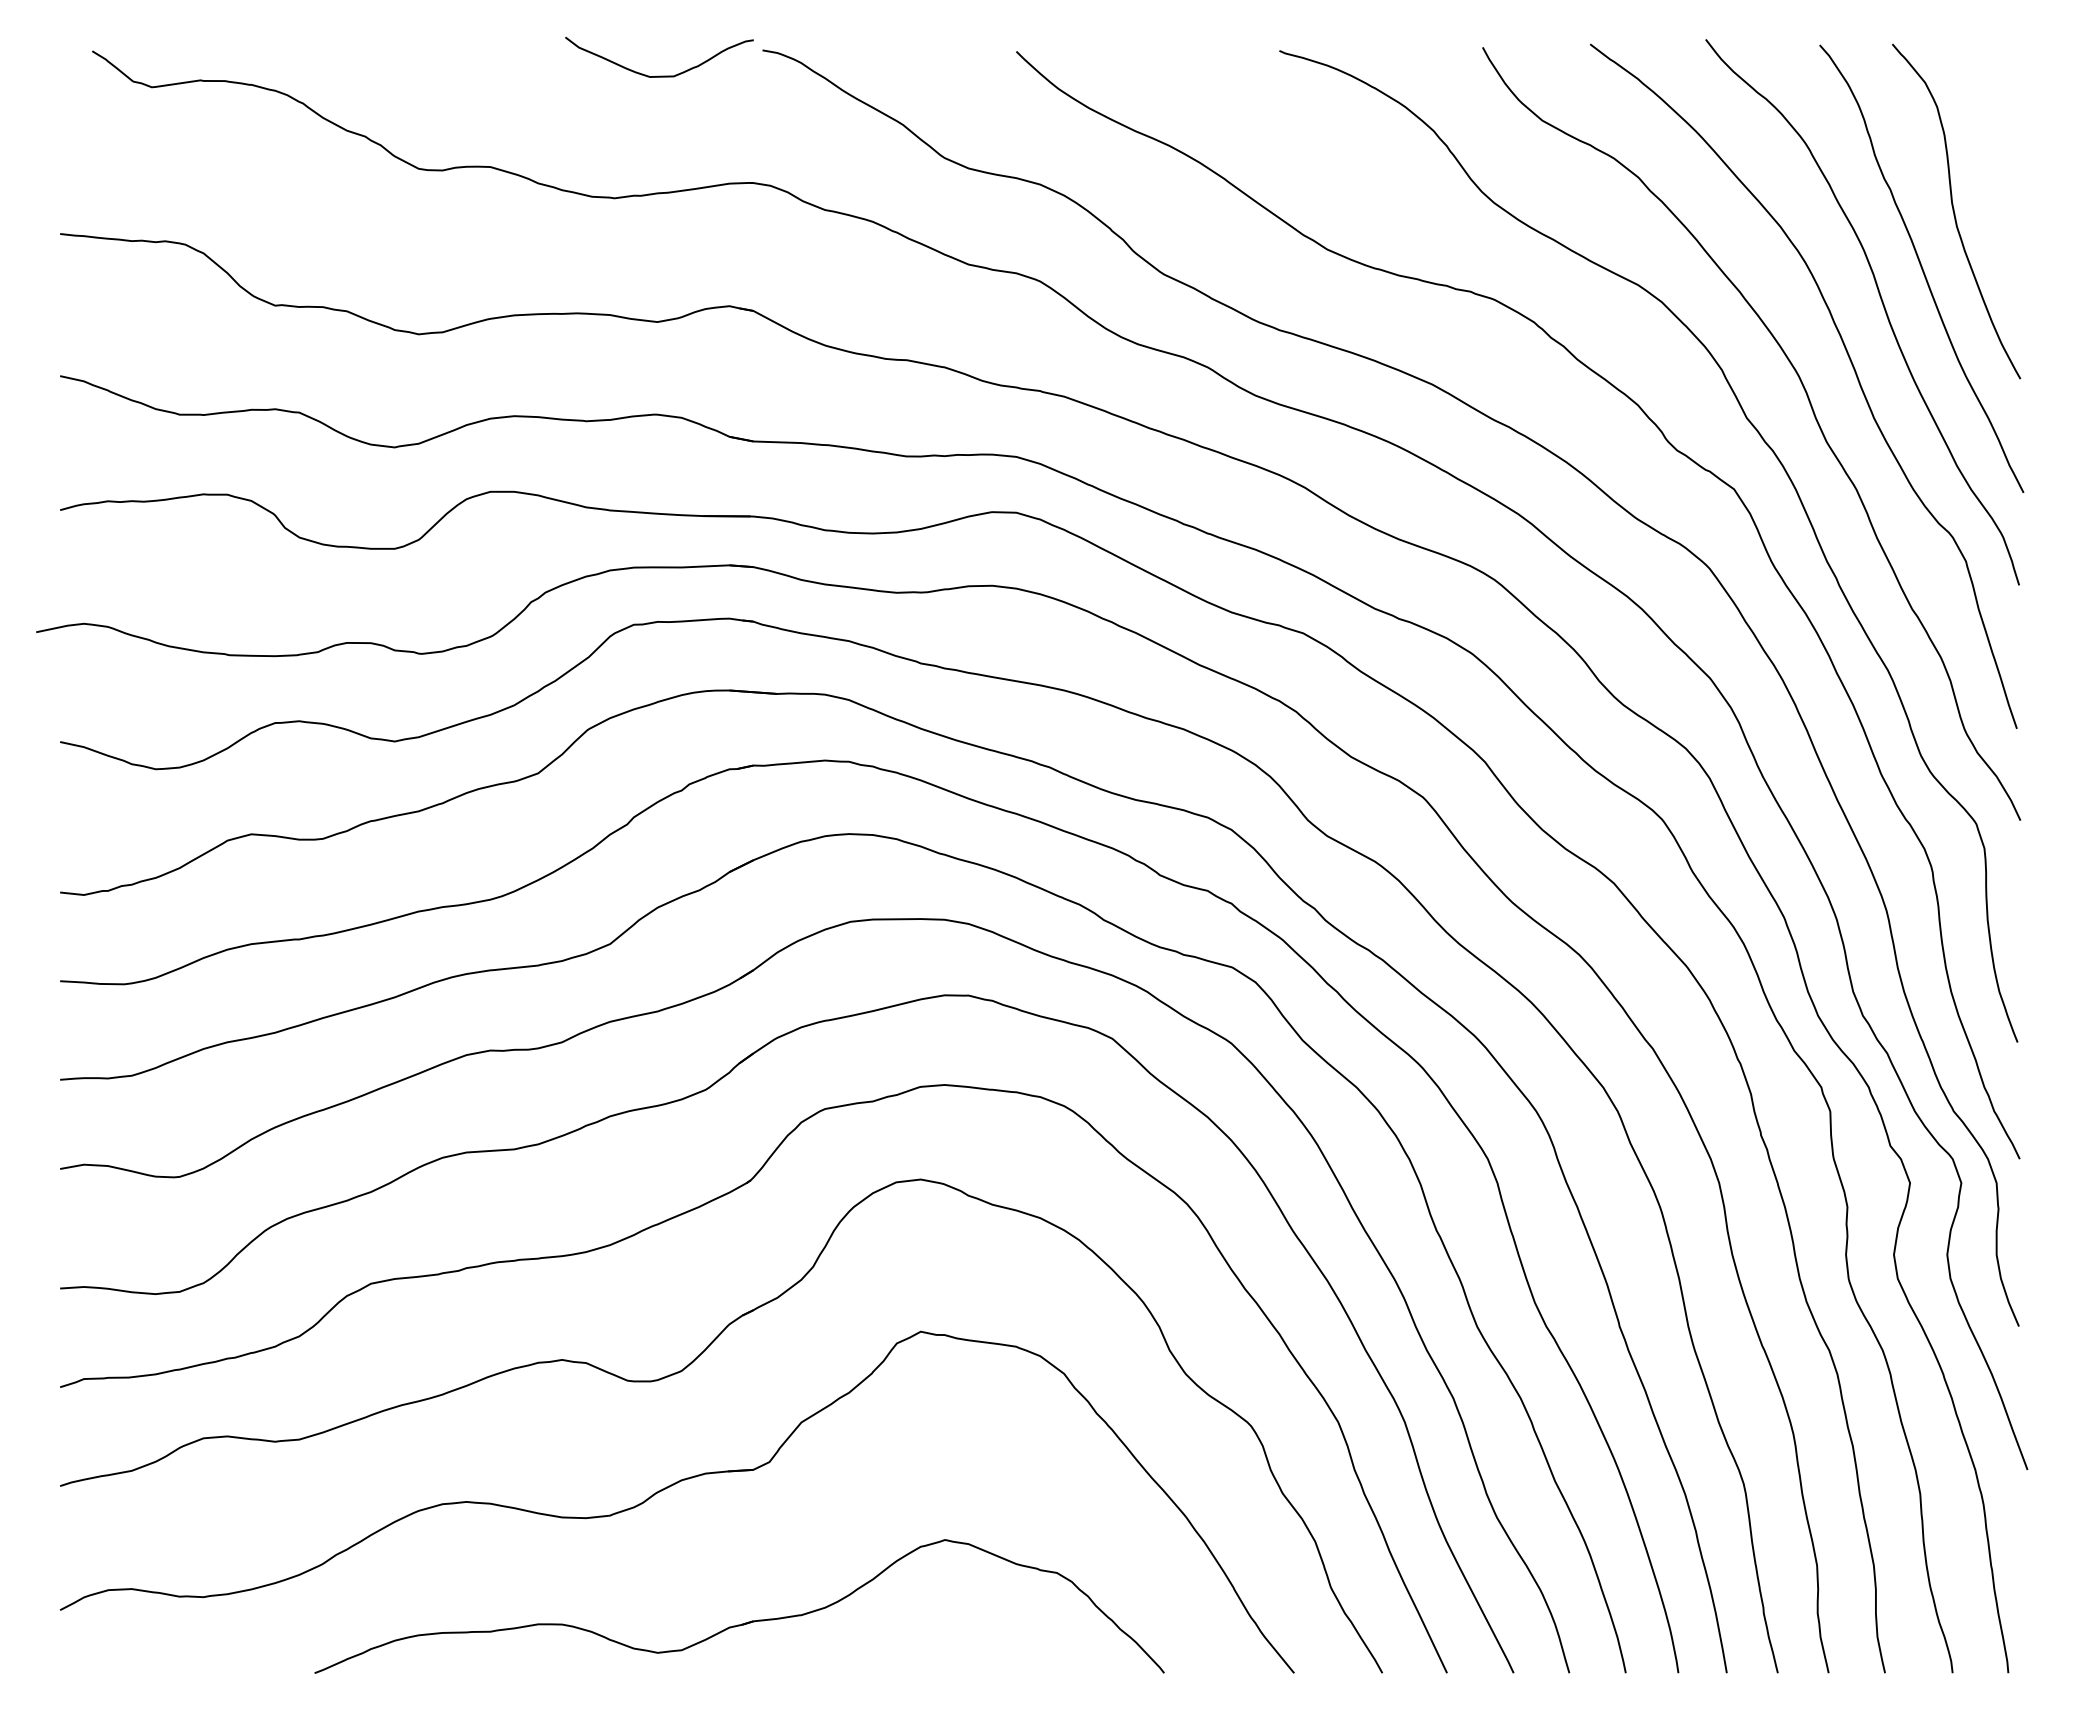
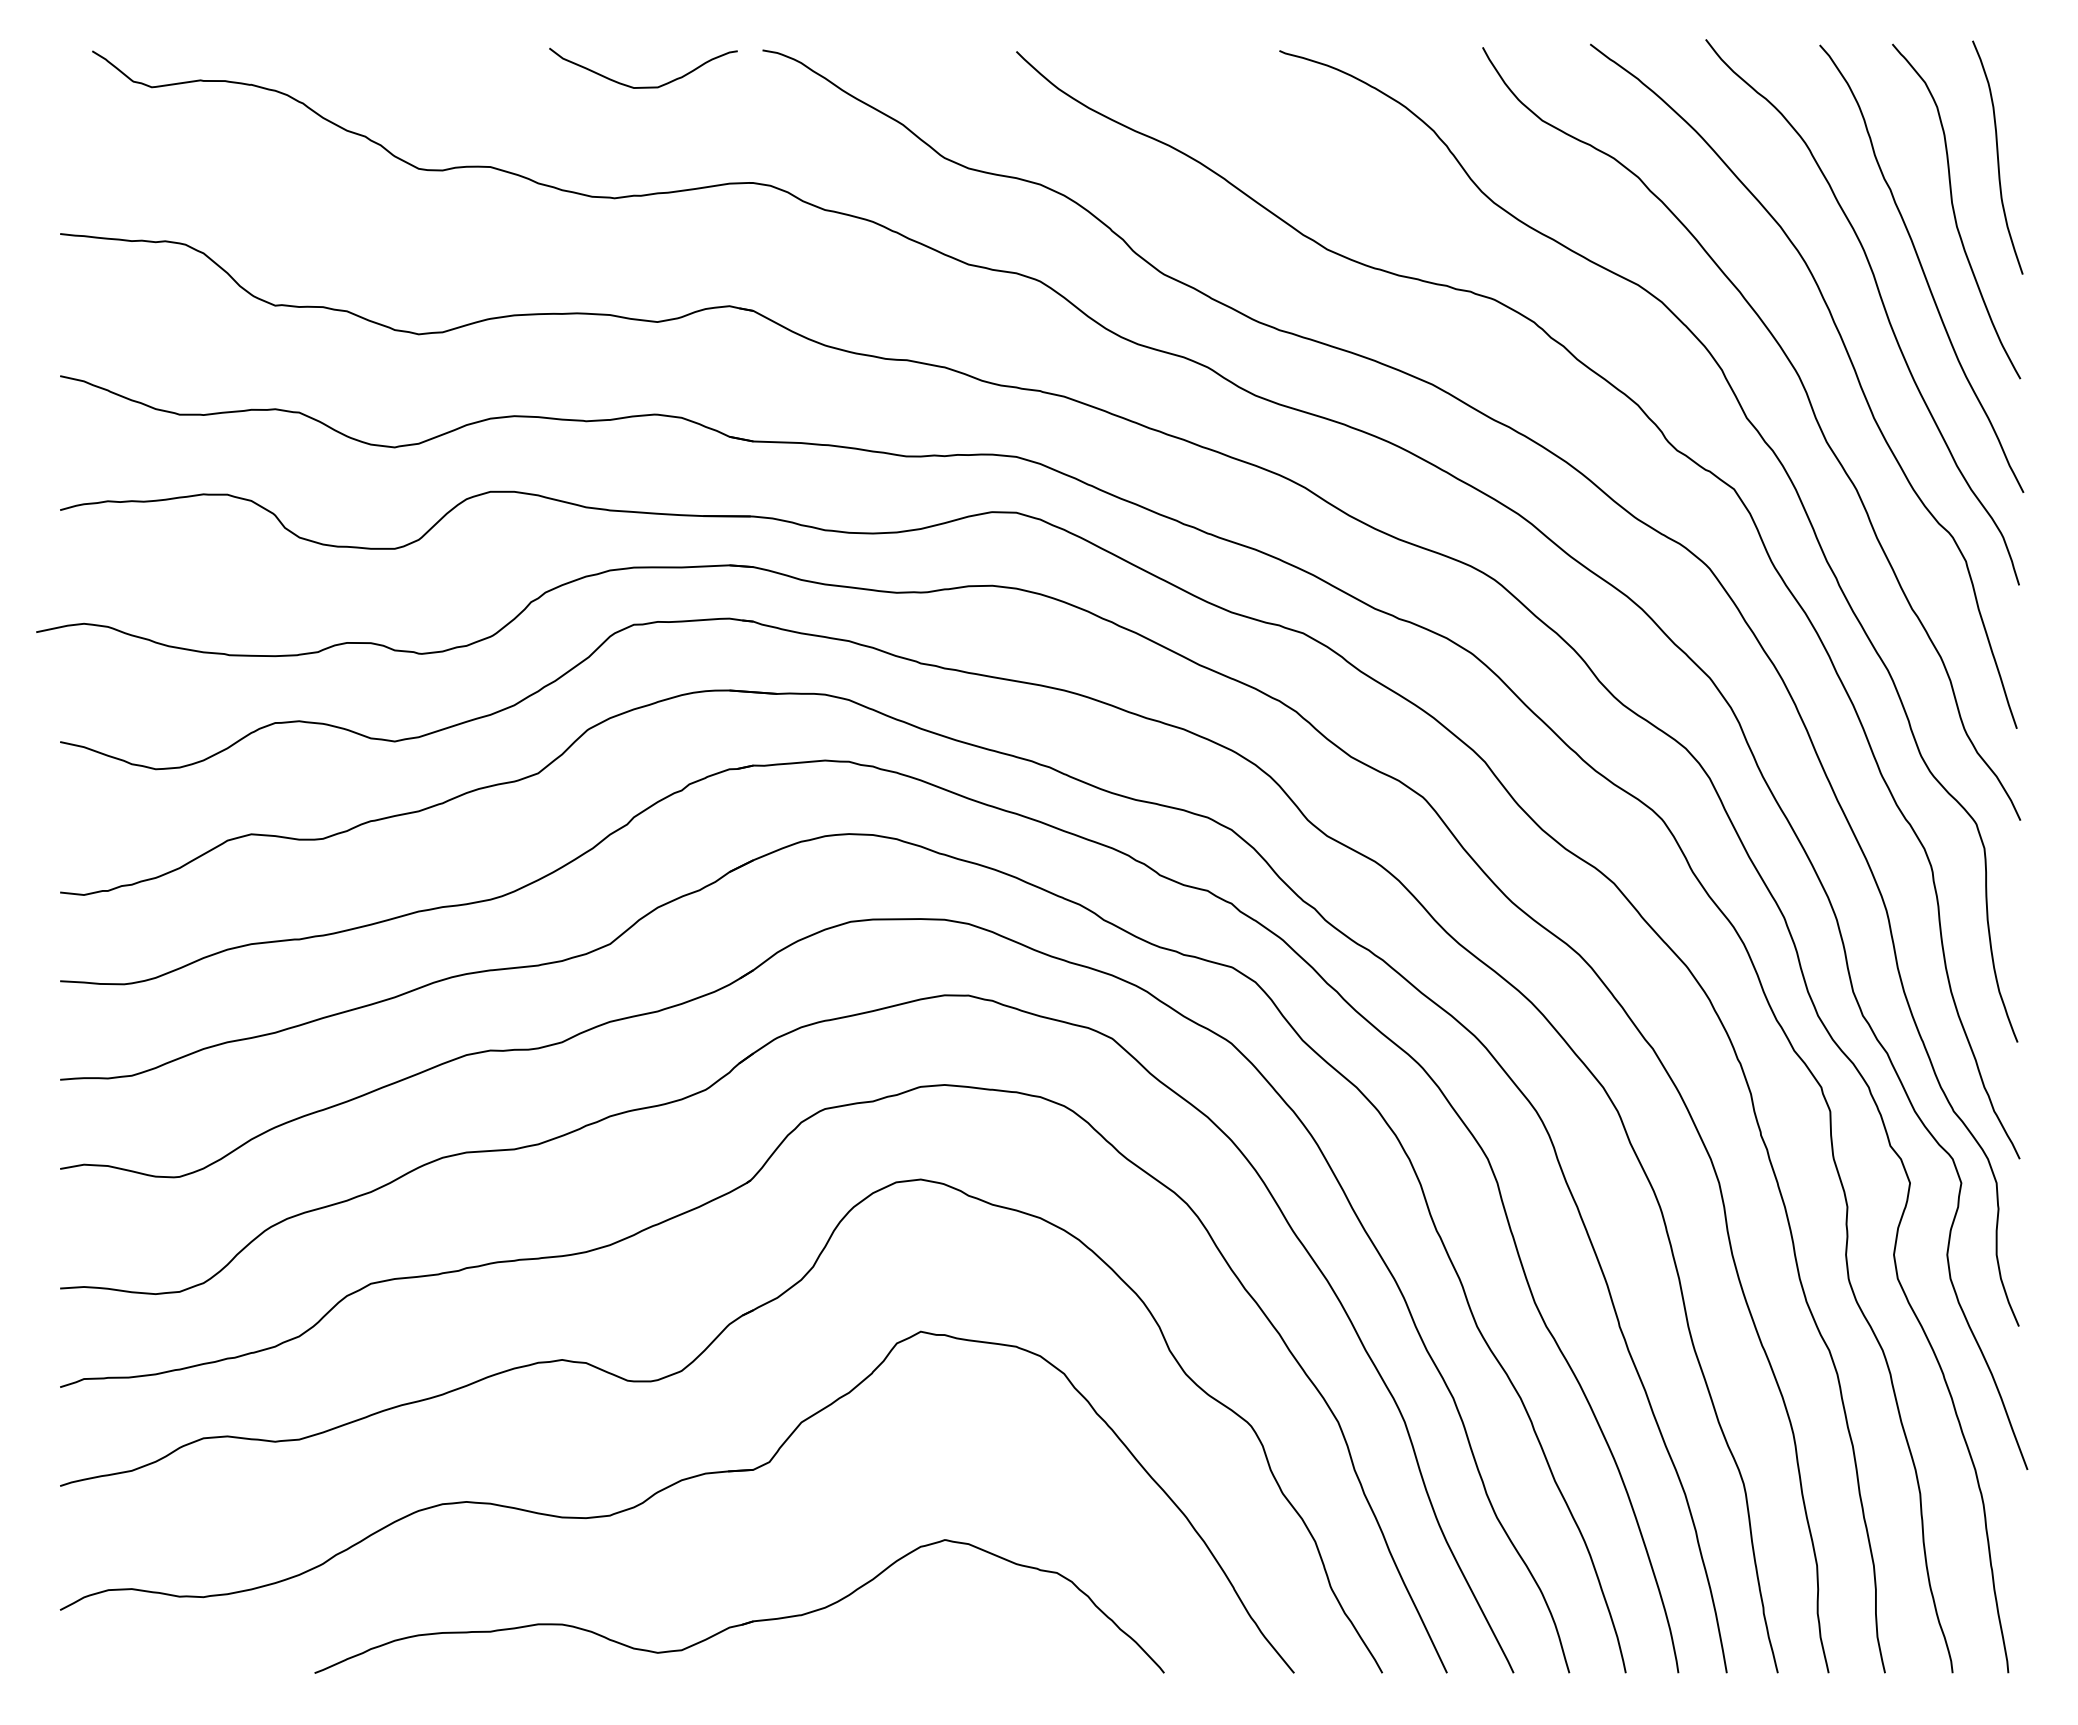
curve at (659, 75) position: (659, 75) -> (643, 86)
curve at (1997, 157): none -> present
